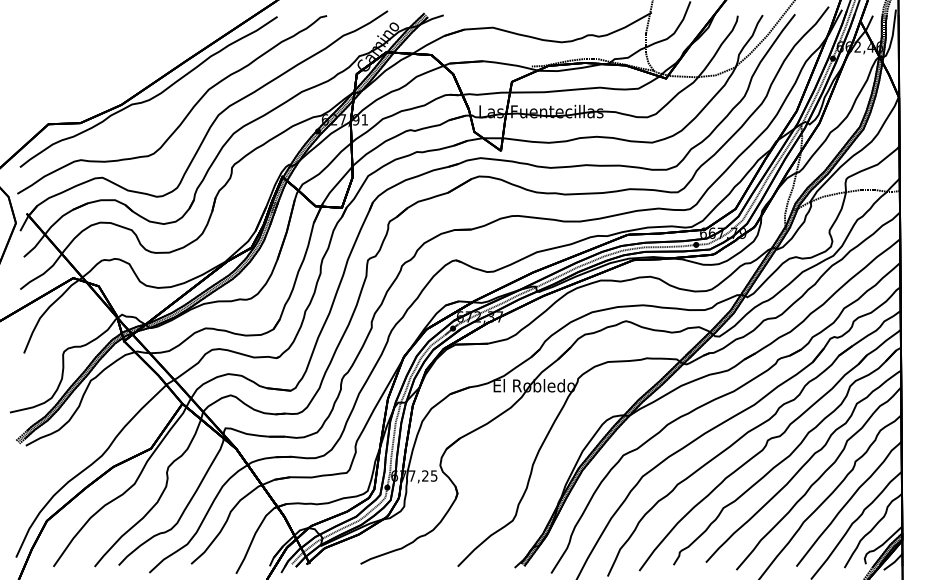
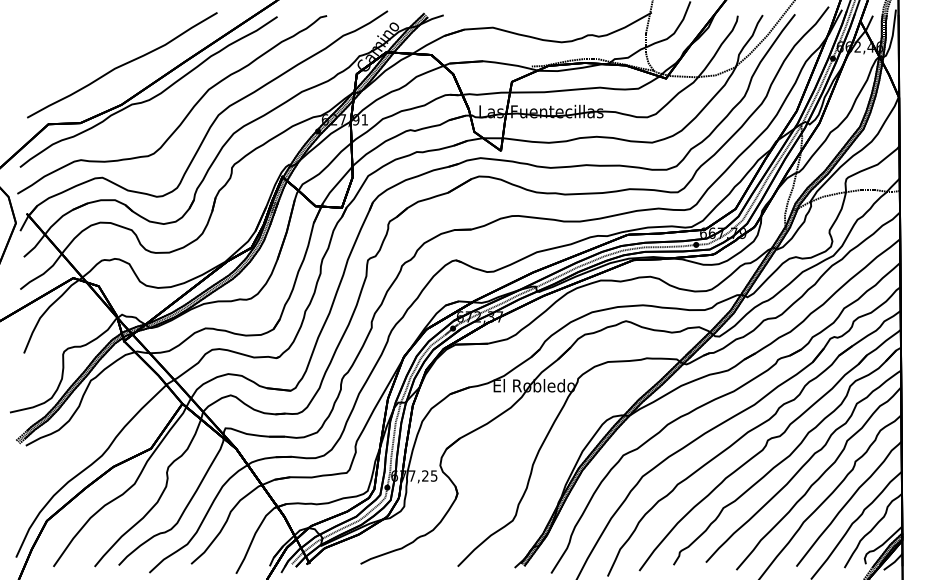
curve at (122, 65): none -> present
